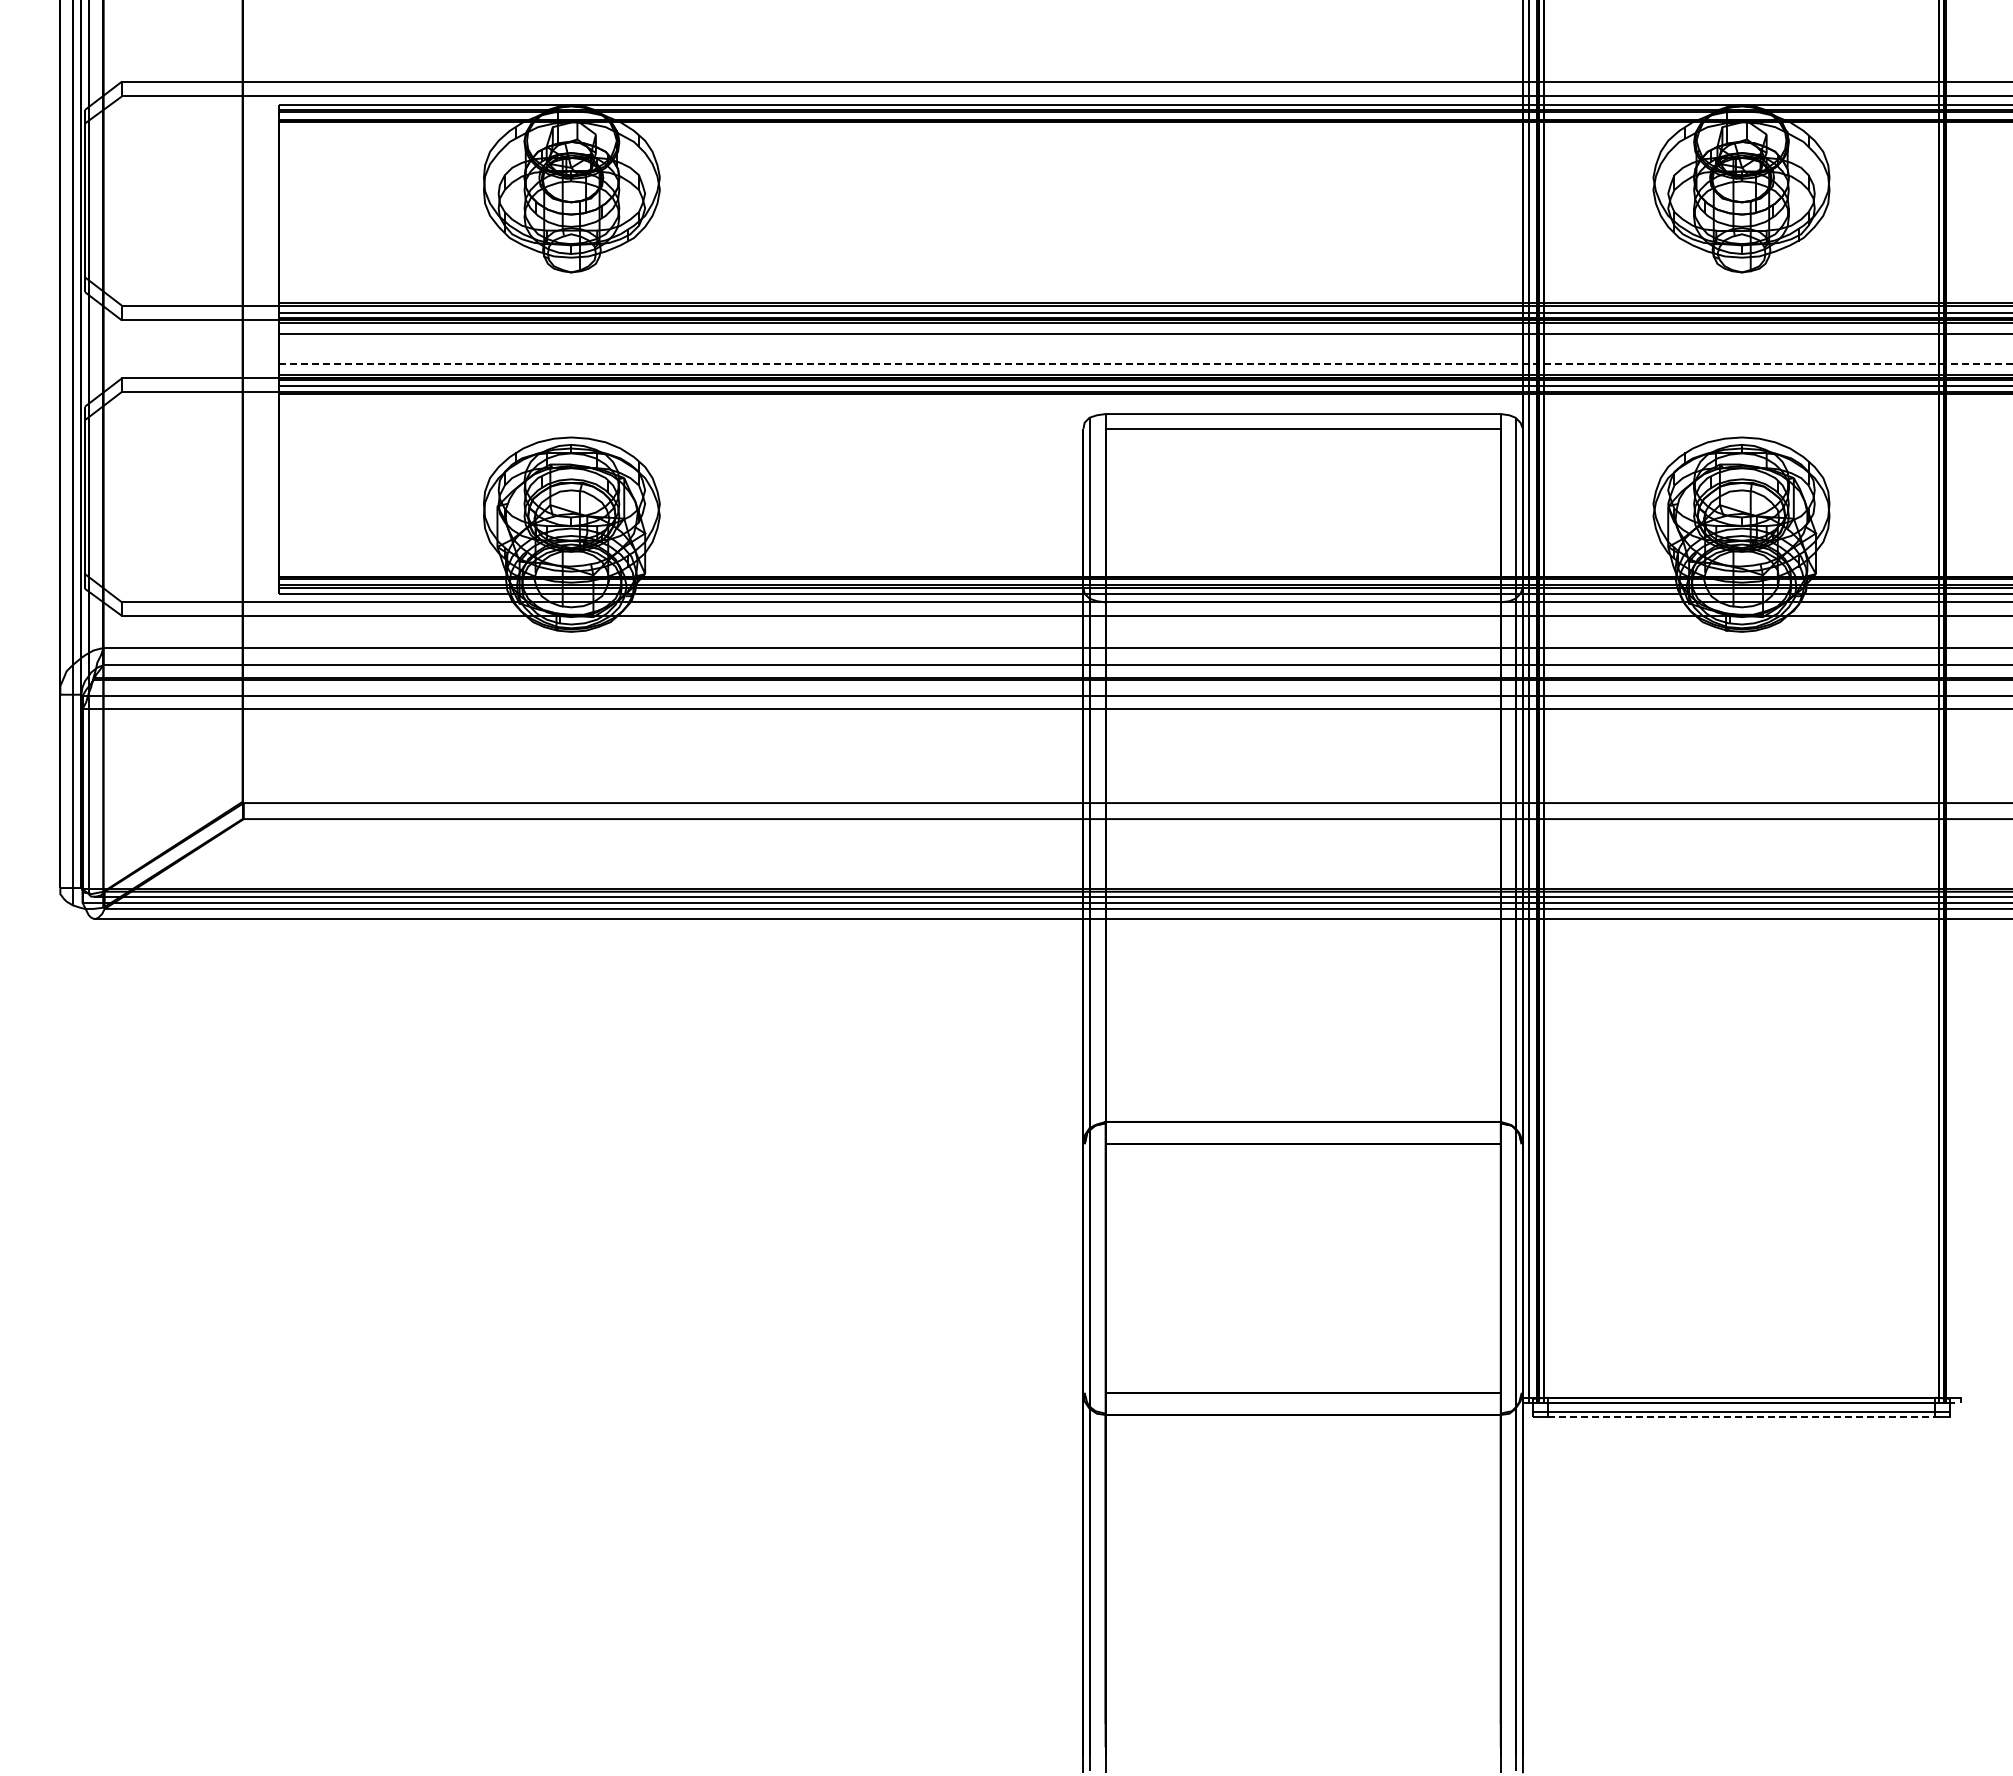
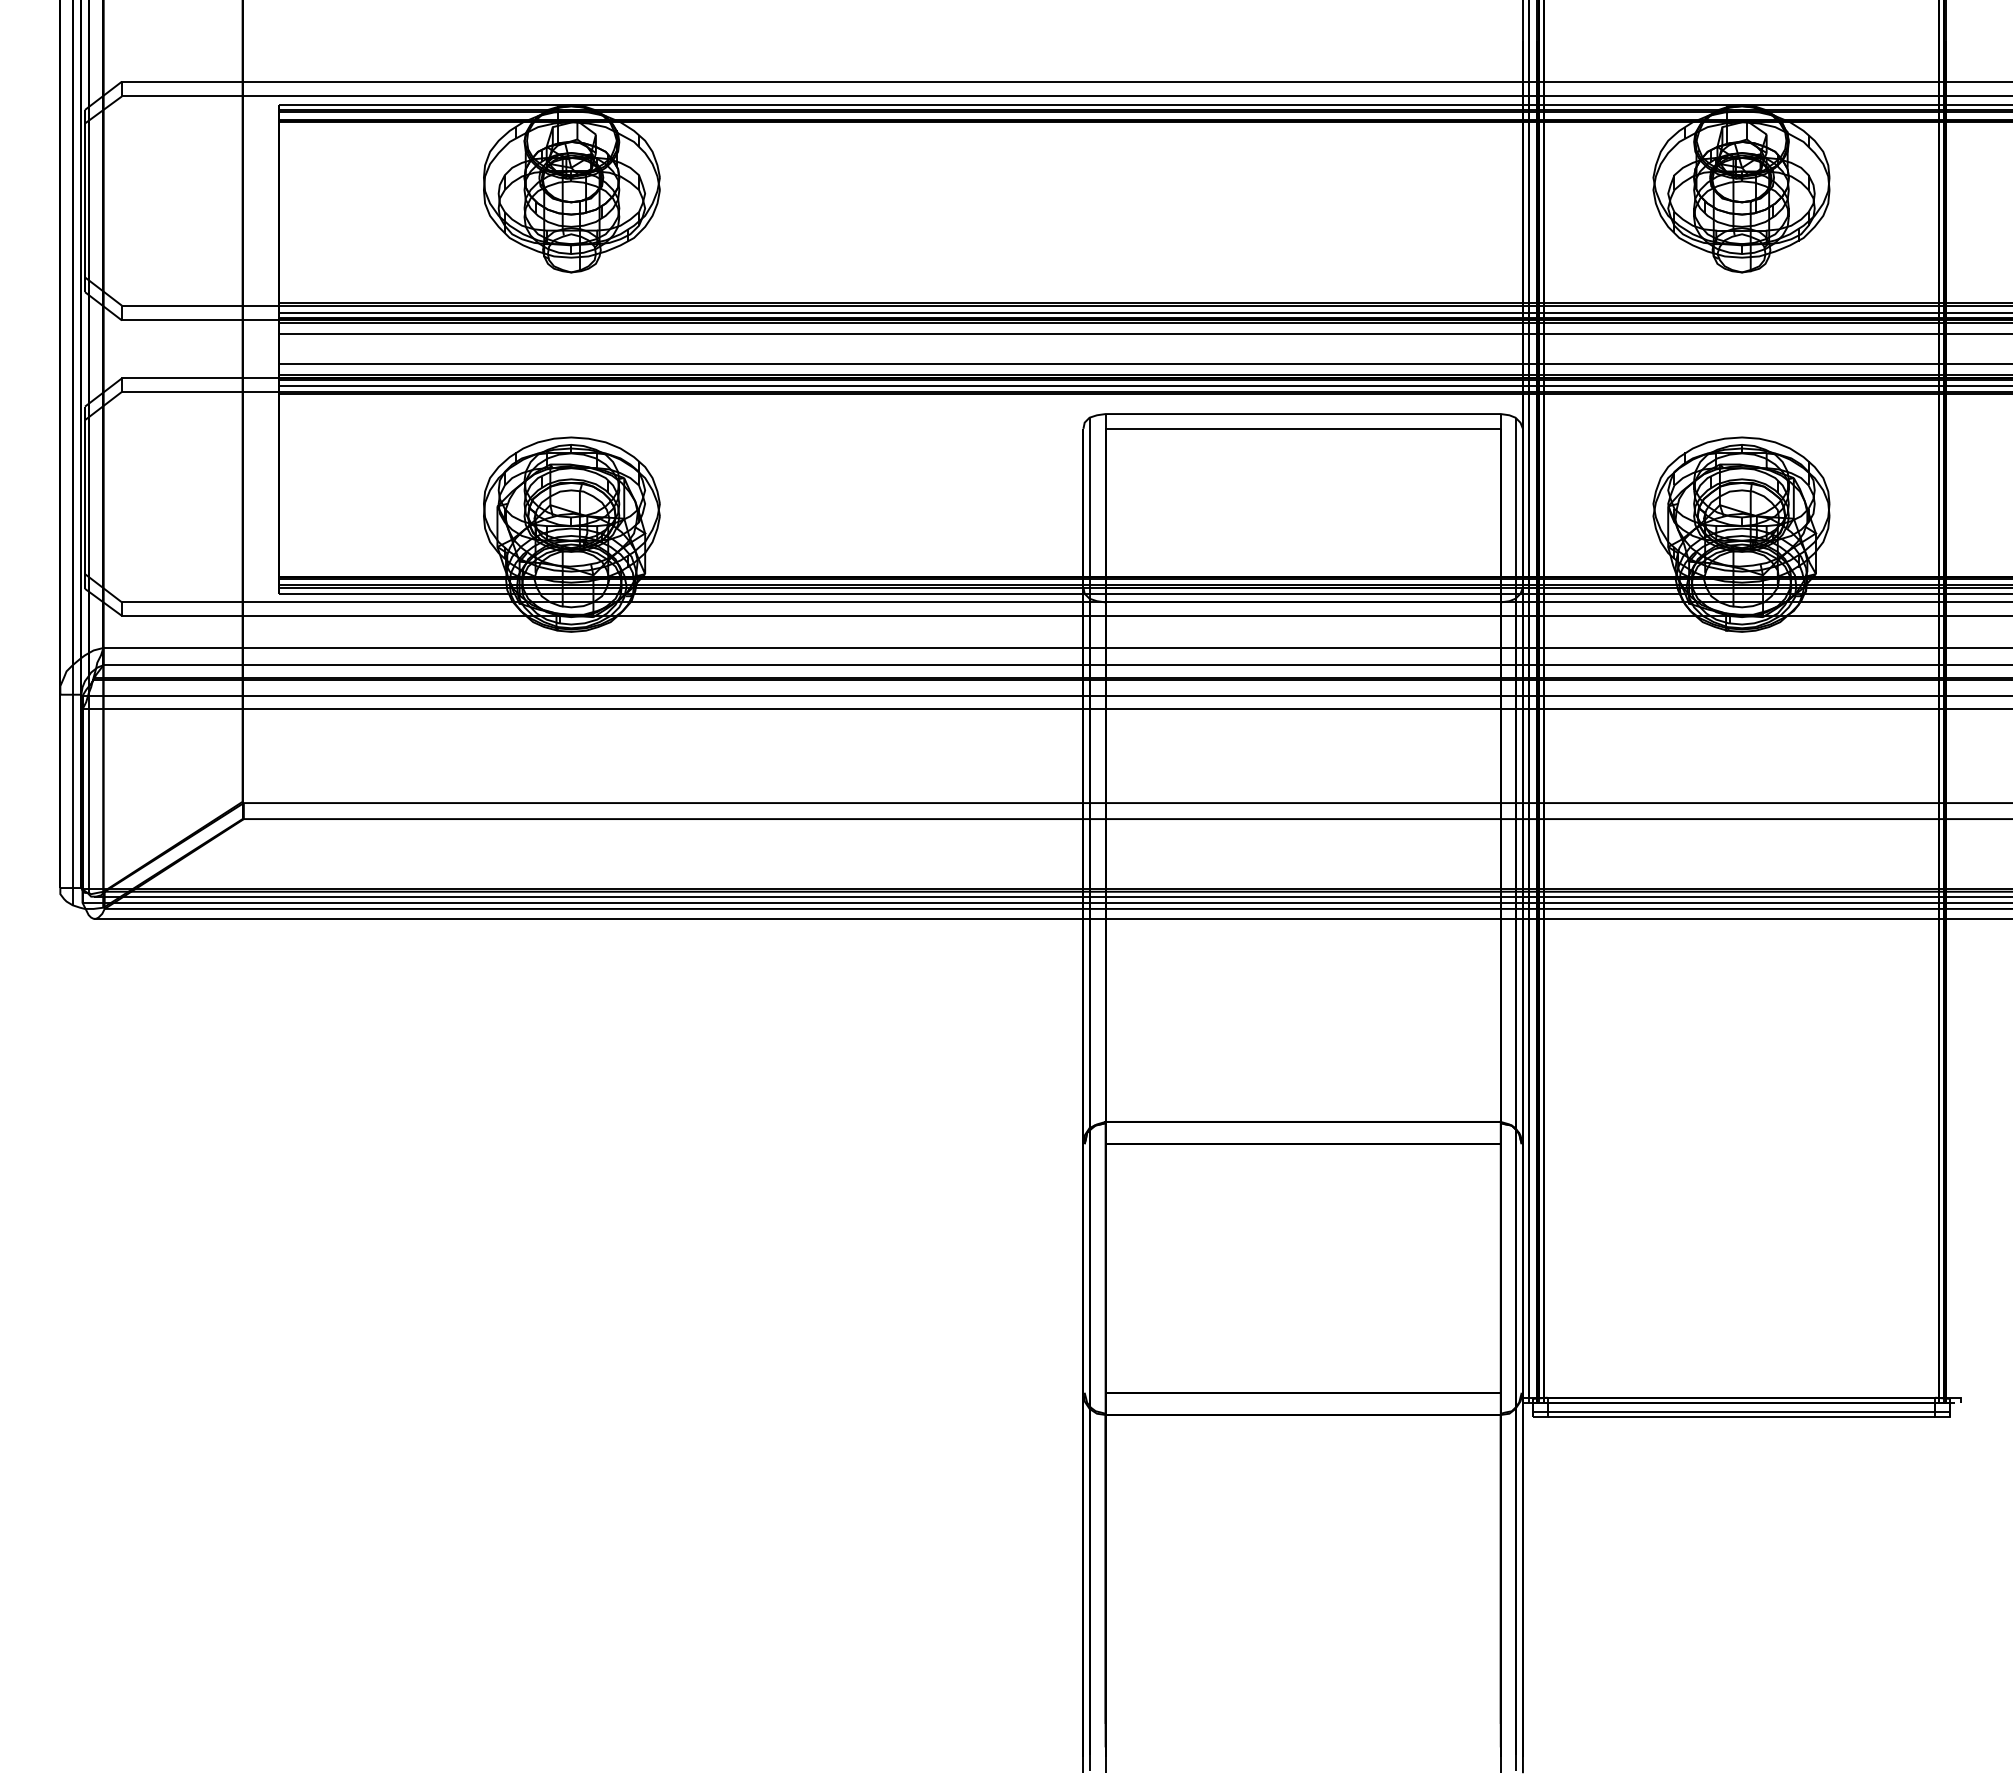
line at (1019, 363): dashed -> solid
line at (1741, 1417): dashed -> solid
